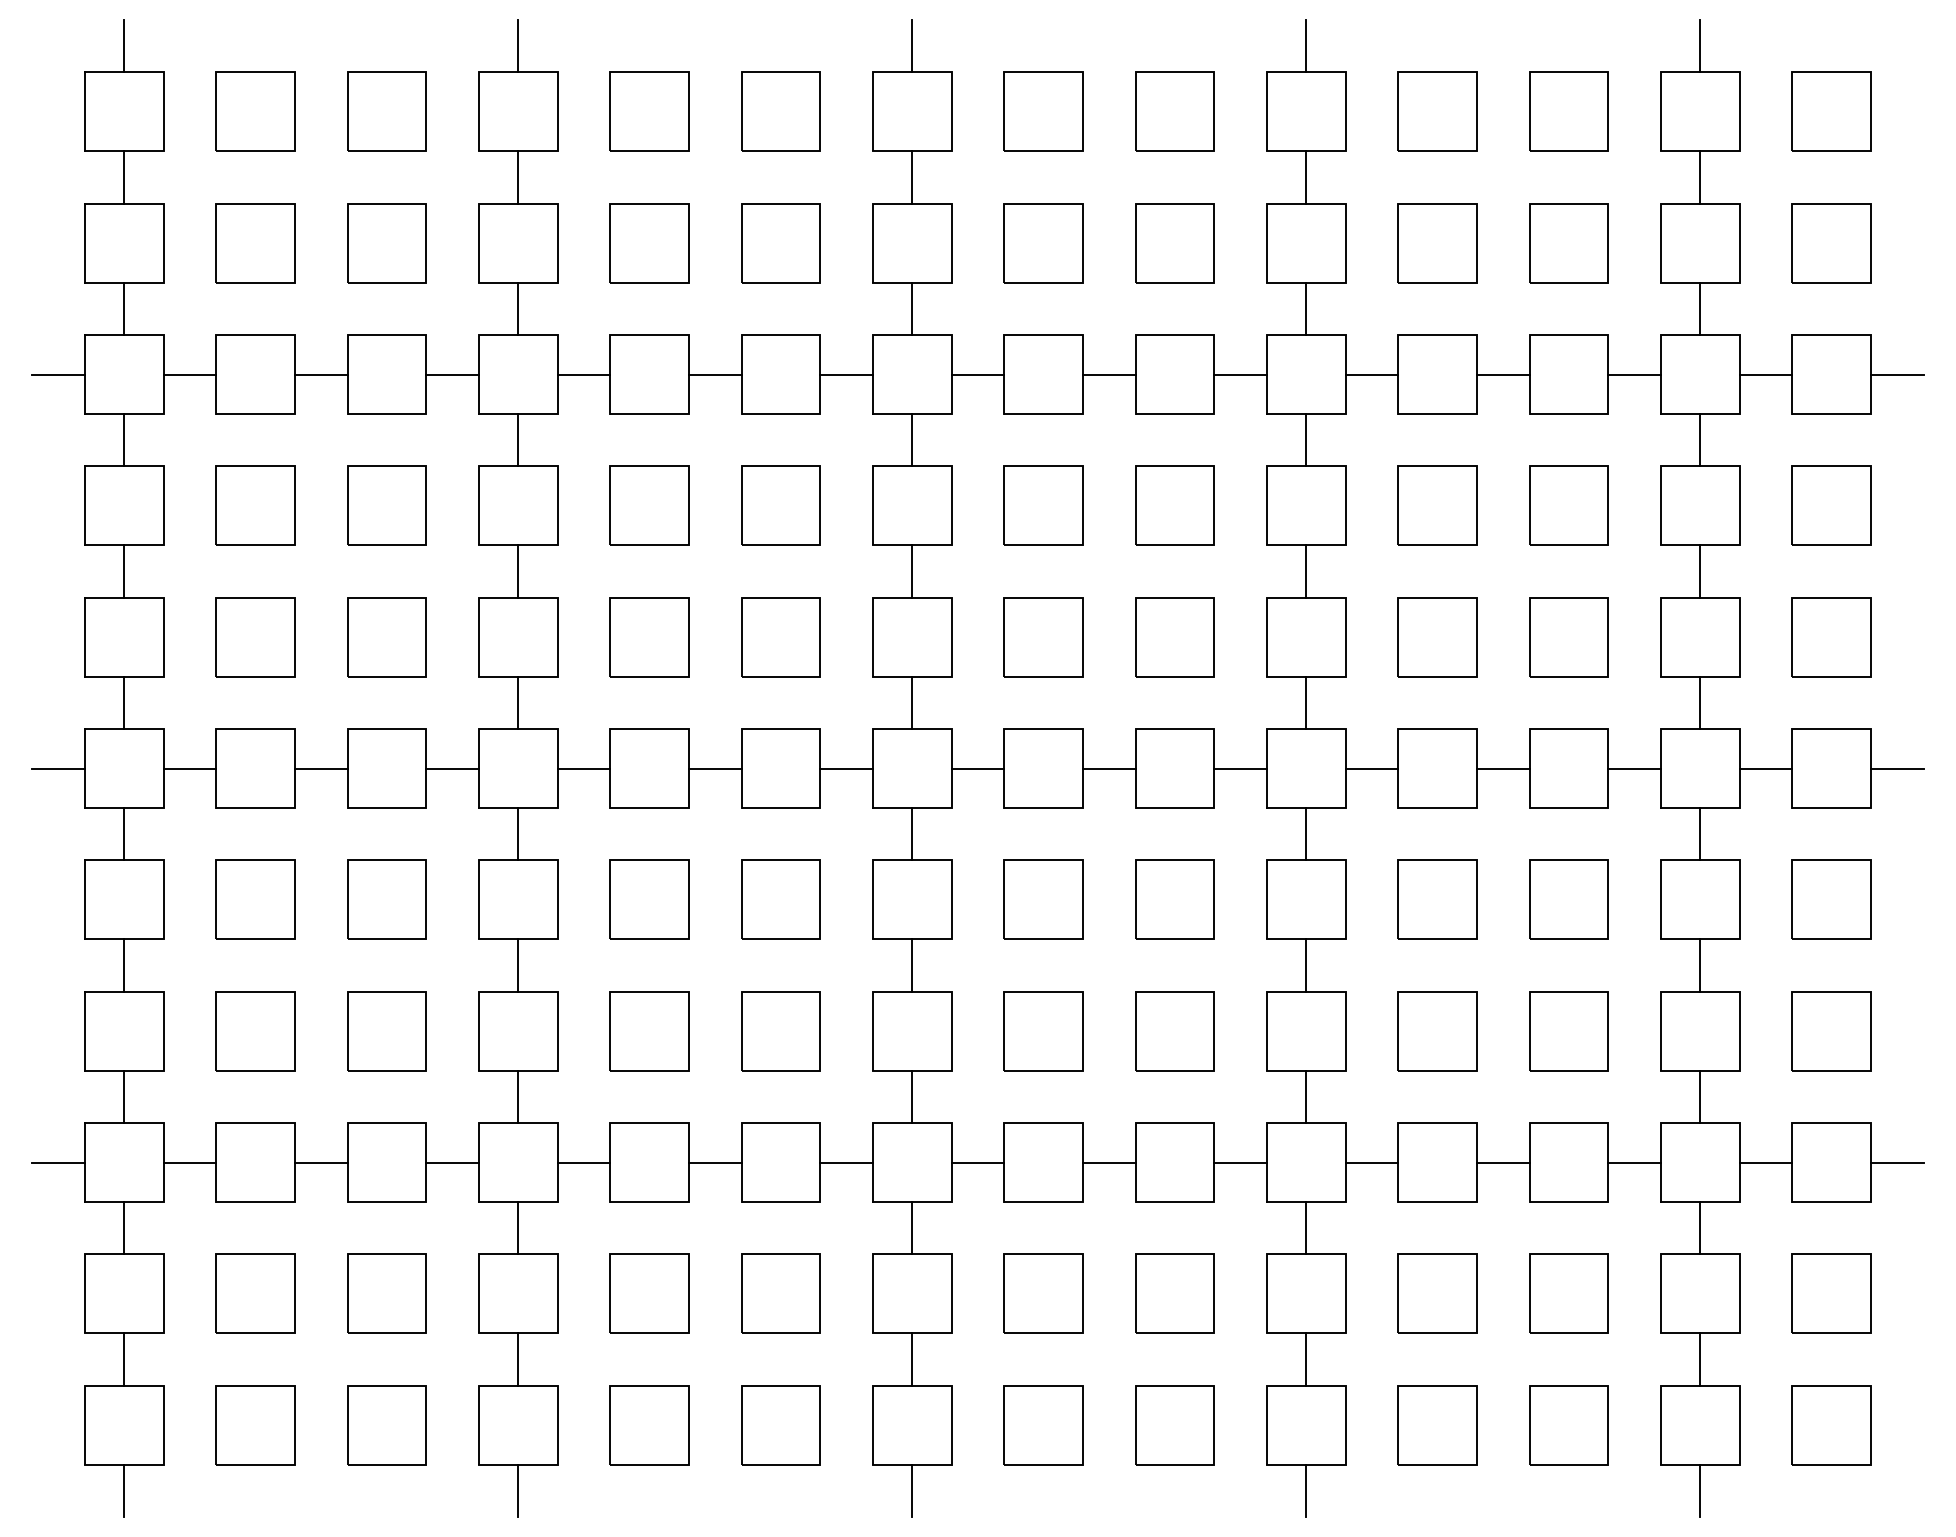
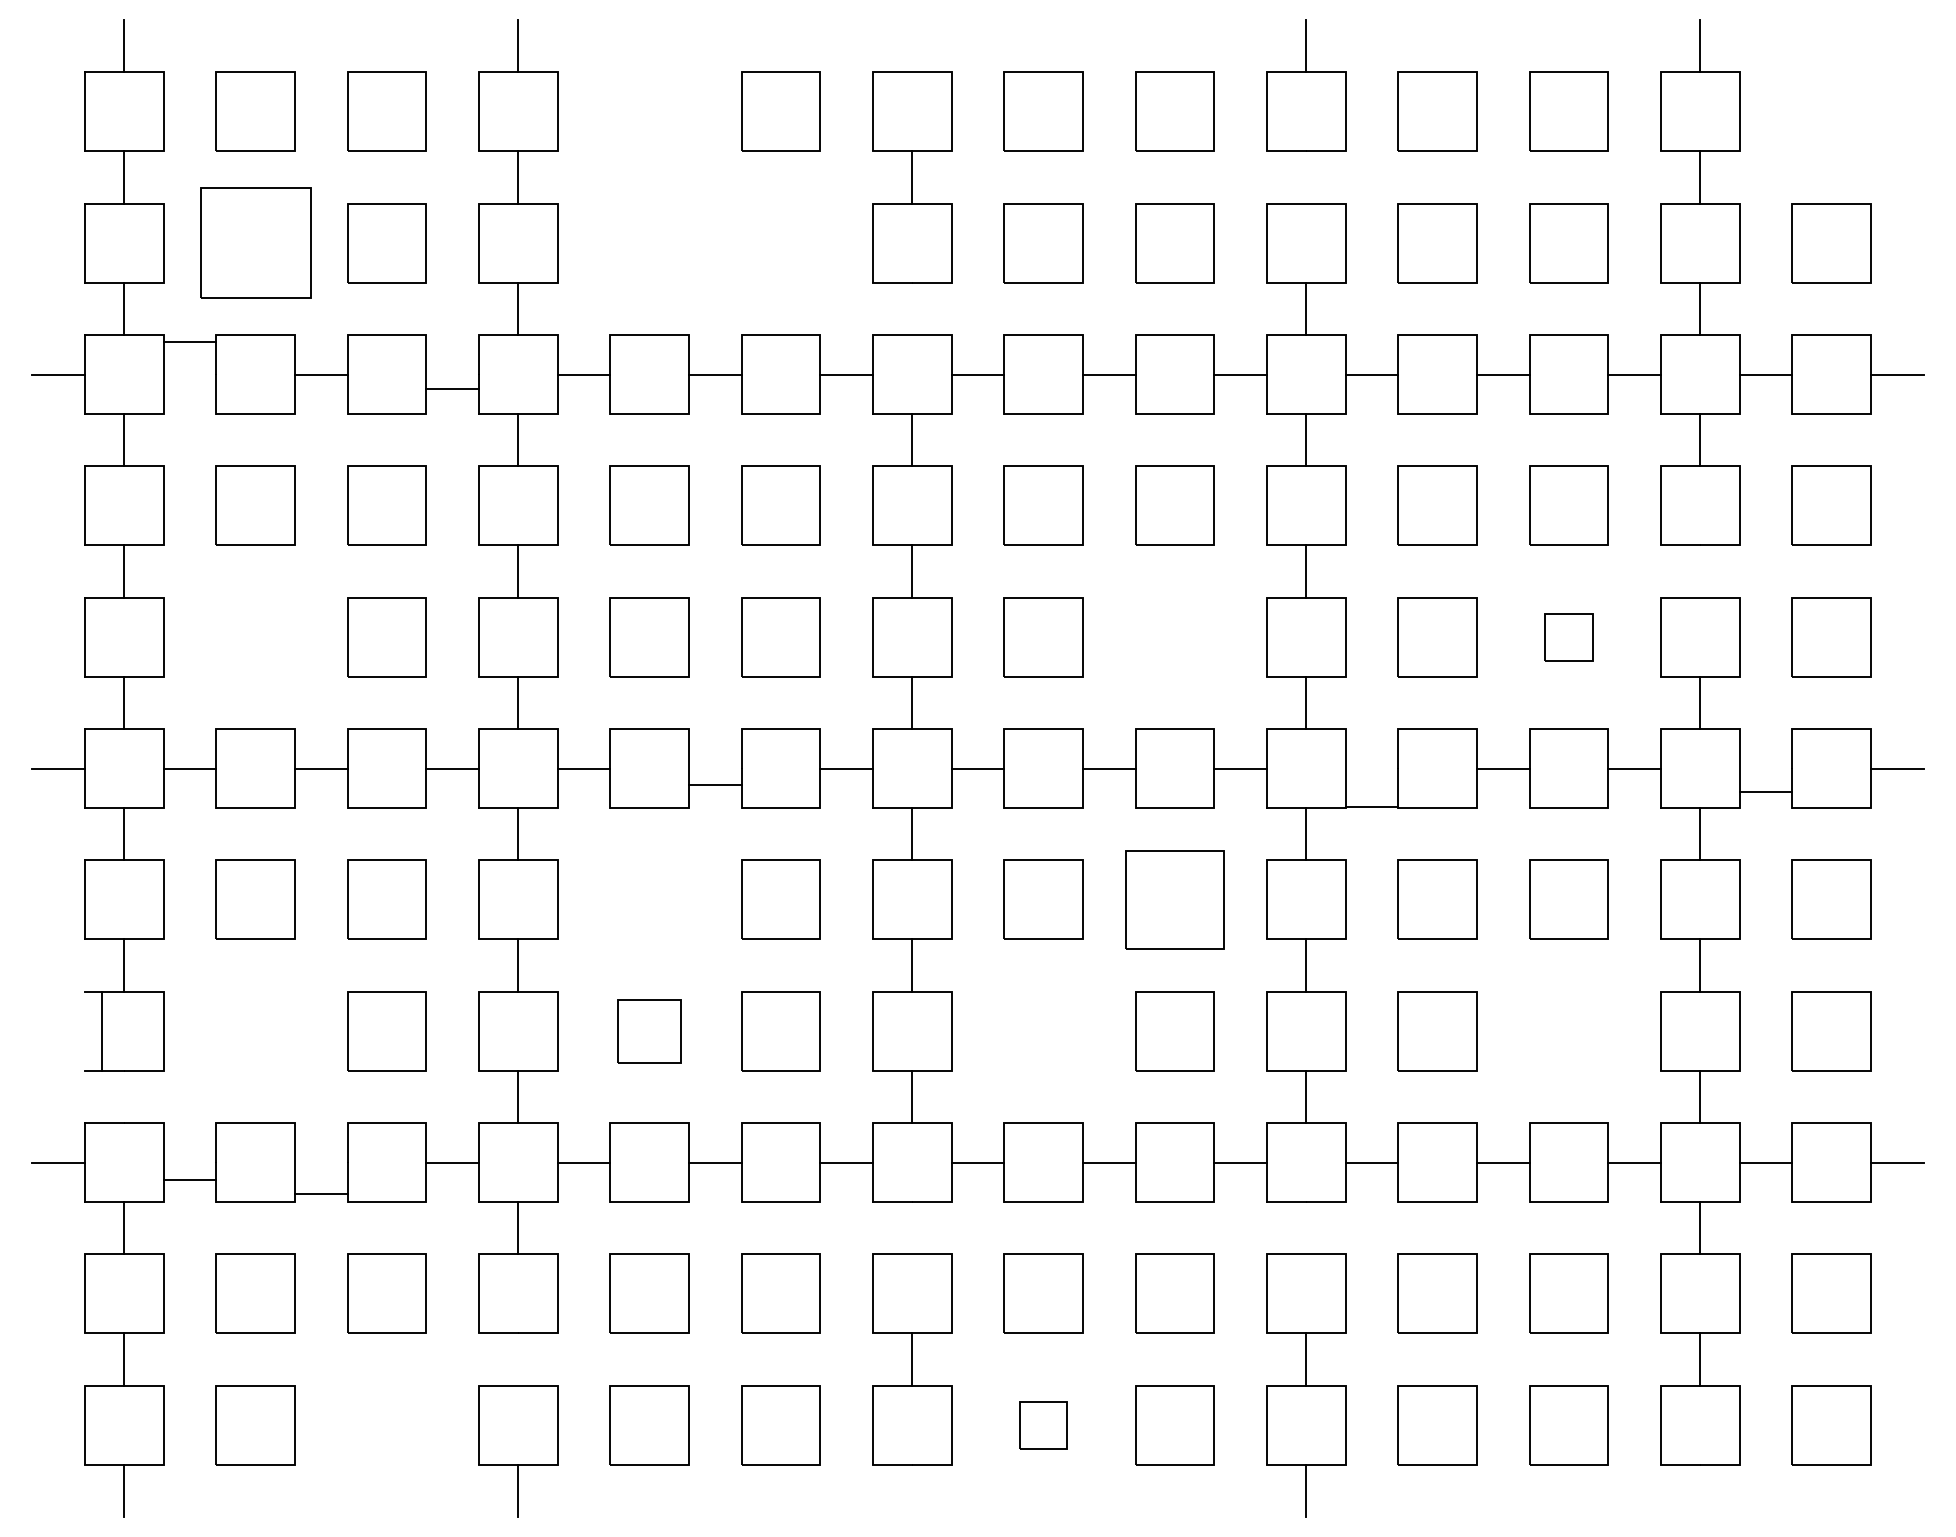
line at (912, 45): present -> none
part at (649, 111): present -> none
part at (1831, 111): present -> none
line at (1306, 177): present -> none
part at (255, 243) size: 81x81 px -> 112x112 px
part at (649, 243): present -> none
part at (780, 243): present -> none
line at (912, 308): present -> none
line at (189, 374) position: (189, 374) -> (189, 341)
line at (452, 374) position: (452, 374) -> (452, 388)
line at (1700, 571): present -> none
part at (255, 637): present -> none
part at (1174, 637): present -> none
part at (1568, 637) size: 80x81 px -> 50x49 px
line at (715, 768) position: (715, 768) -> (715, 784)
line at (1371, 768) position: (1371, 768) -> (1371, 806)
line at (1765, 768) position: (1765, 768) -> (1765, 791)
part at (649, 899): present -> none
part at (1174, 899) size: 80x81 px -> 100x100 px
line at (84, 1030) position: (84, 1030) -> (101, 1030)
part at (255, 1031): present -> none
part at (649, 1031) size: 81x81 px -> 65x65 px
part at (1043, 1031): present -> none
part at (1568, 1031): present -> none
line at (124, 1096): present -> none
line at (189, 1162) position: (189, 1162) -> (189, 1179)
line at (321, 1162) position: (321, 1162) -> (321, 1193)
line at (912, 1227): present -> none
line at (1306, 1227): present -> none
line at (518, 1359): present -> none
part at (386, 1425): present -> none
part at (1043, 1425) size: 81x81 px -> 49x49 px
line at (912, 1490): present -> none
line at (1700, 1490): present -> none
